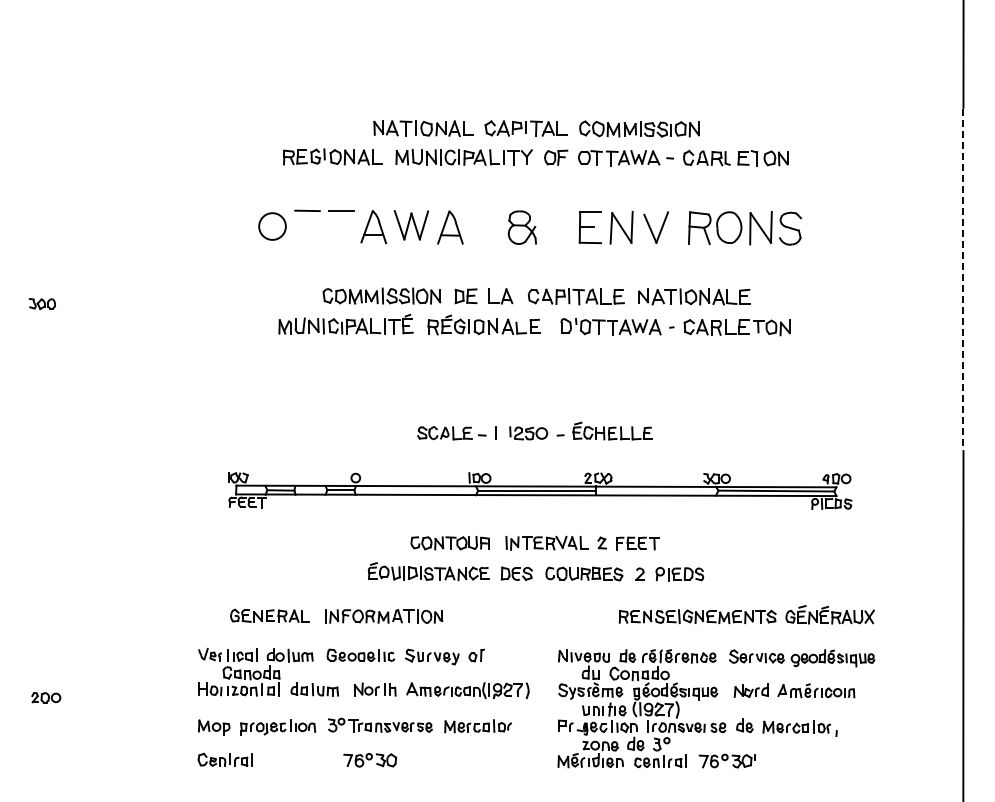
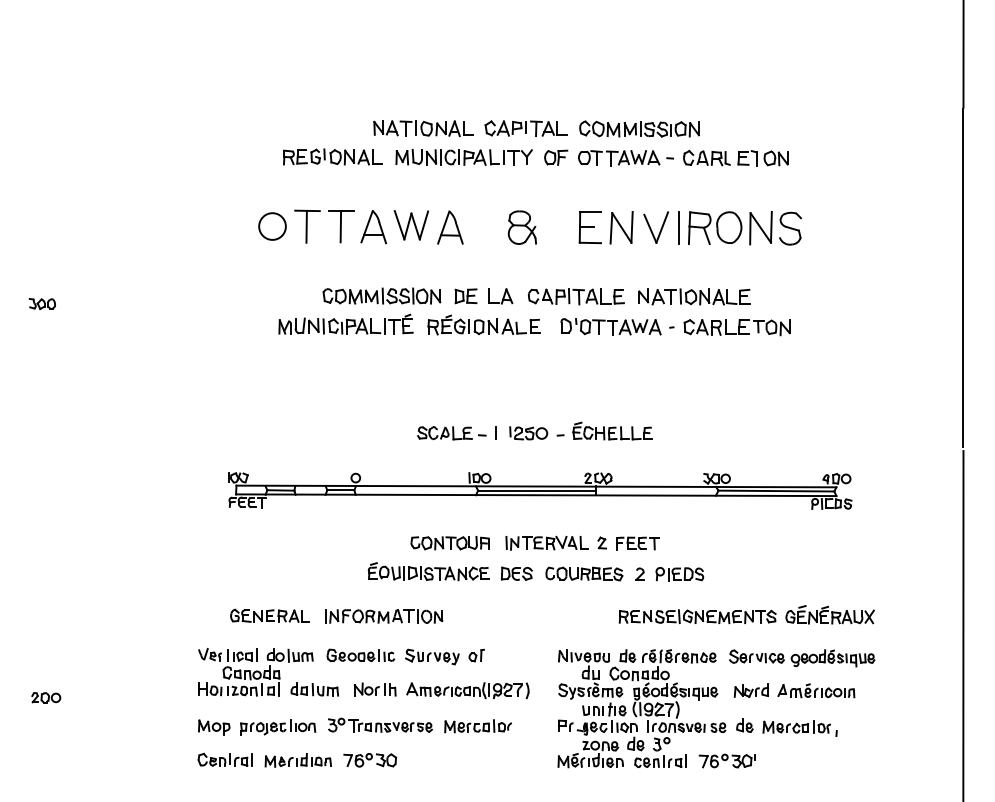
line at (306, 226): none -> present
line at (340, 226): none -> present
line at (678, 227): none -> present
line at (963, 278): dashed -> solid
part at (297, 760): none -> present
